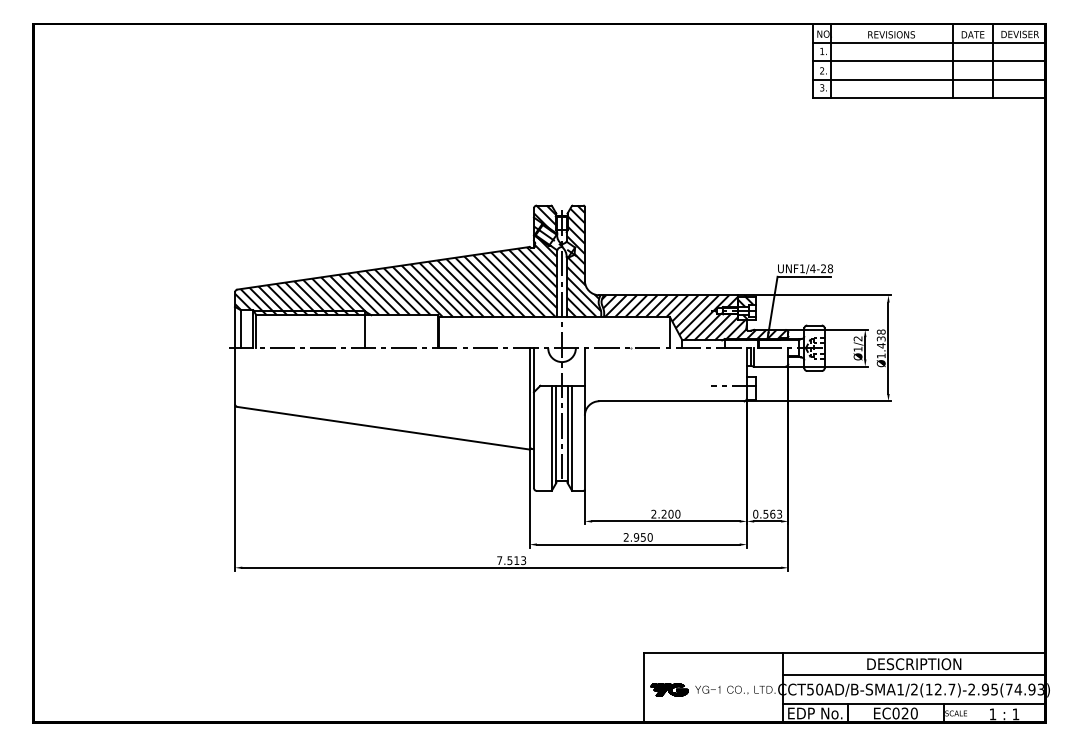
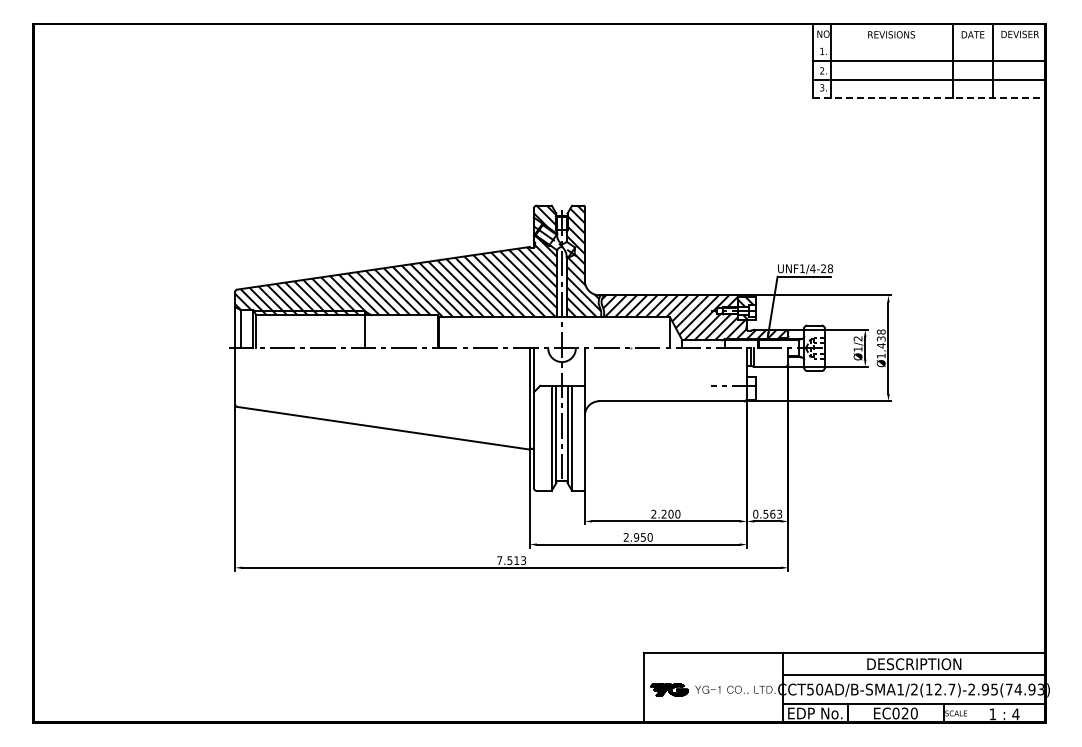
line at (929, 42): present -> none
line at (929, 97): solid -> dashed
text at (1015, 714): 1 -> 4
